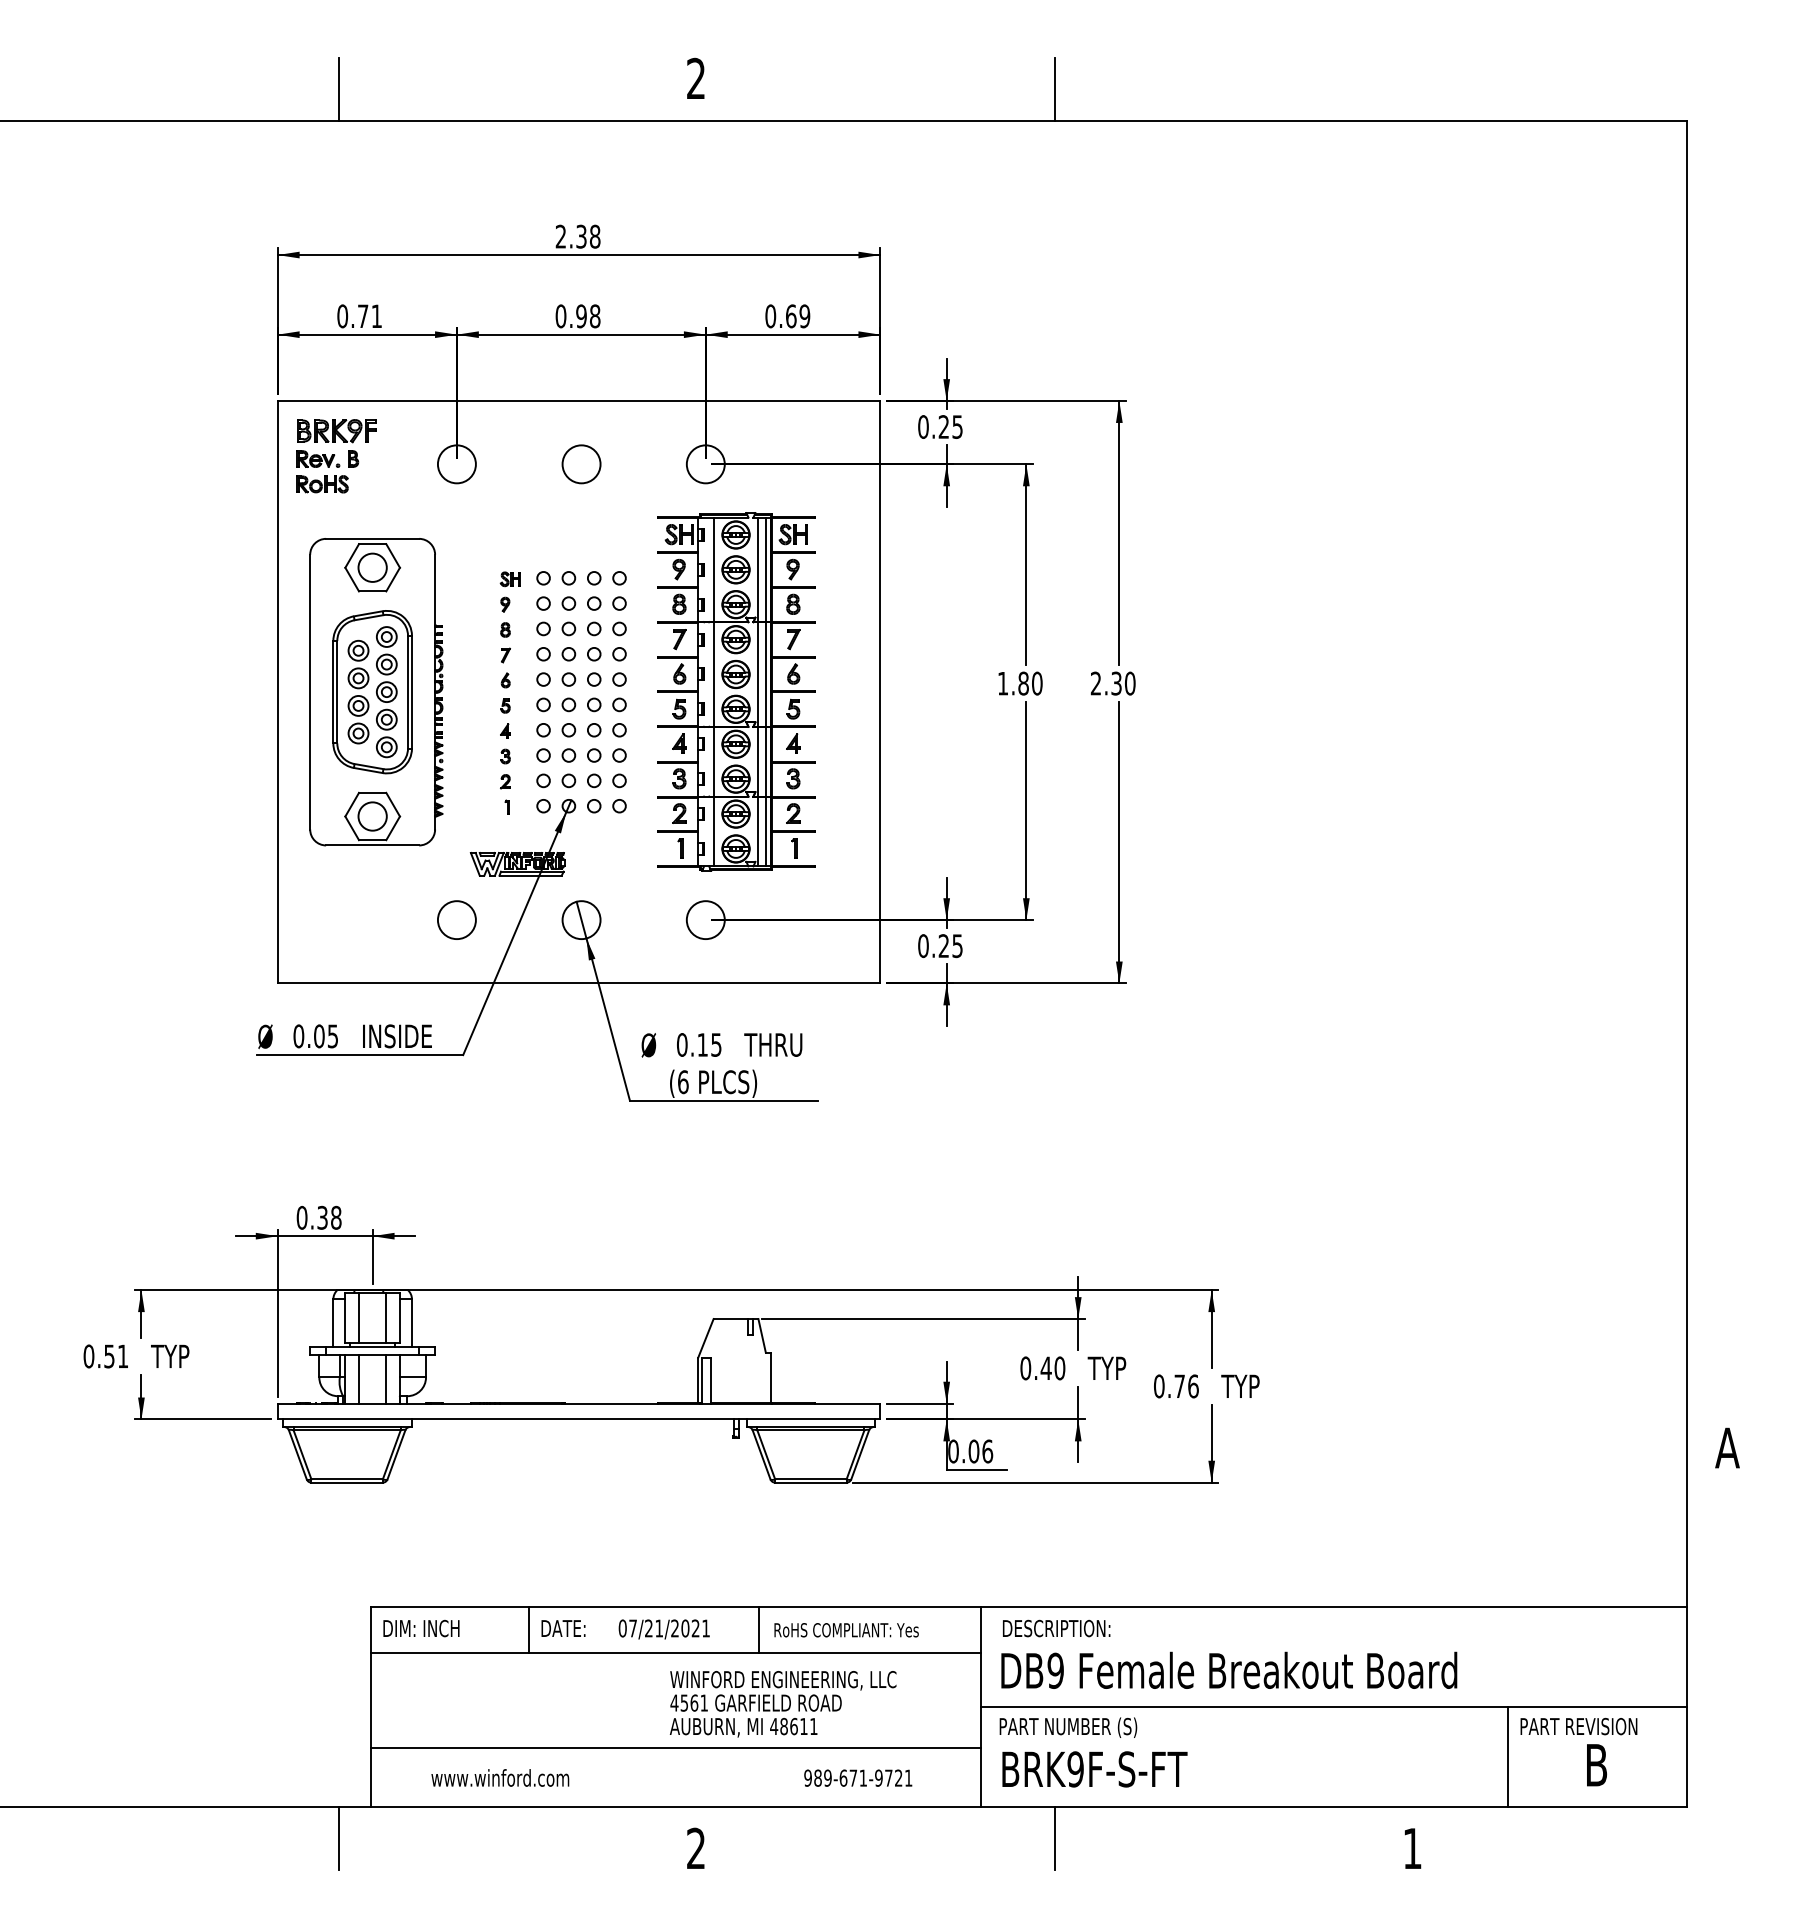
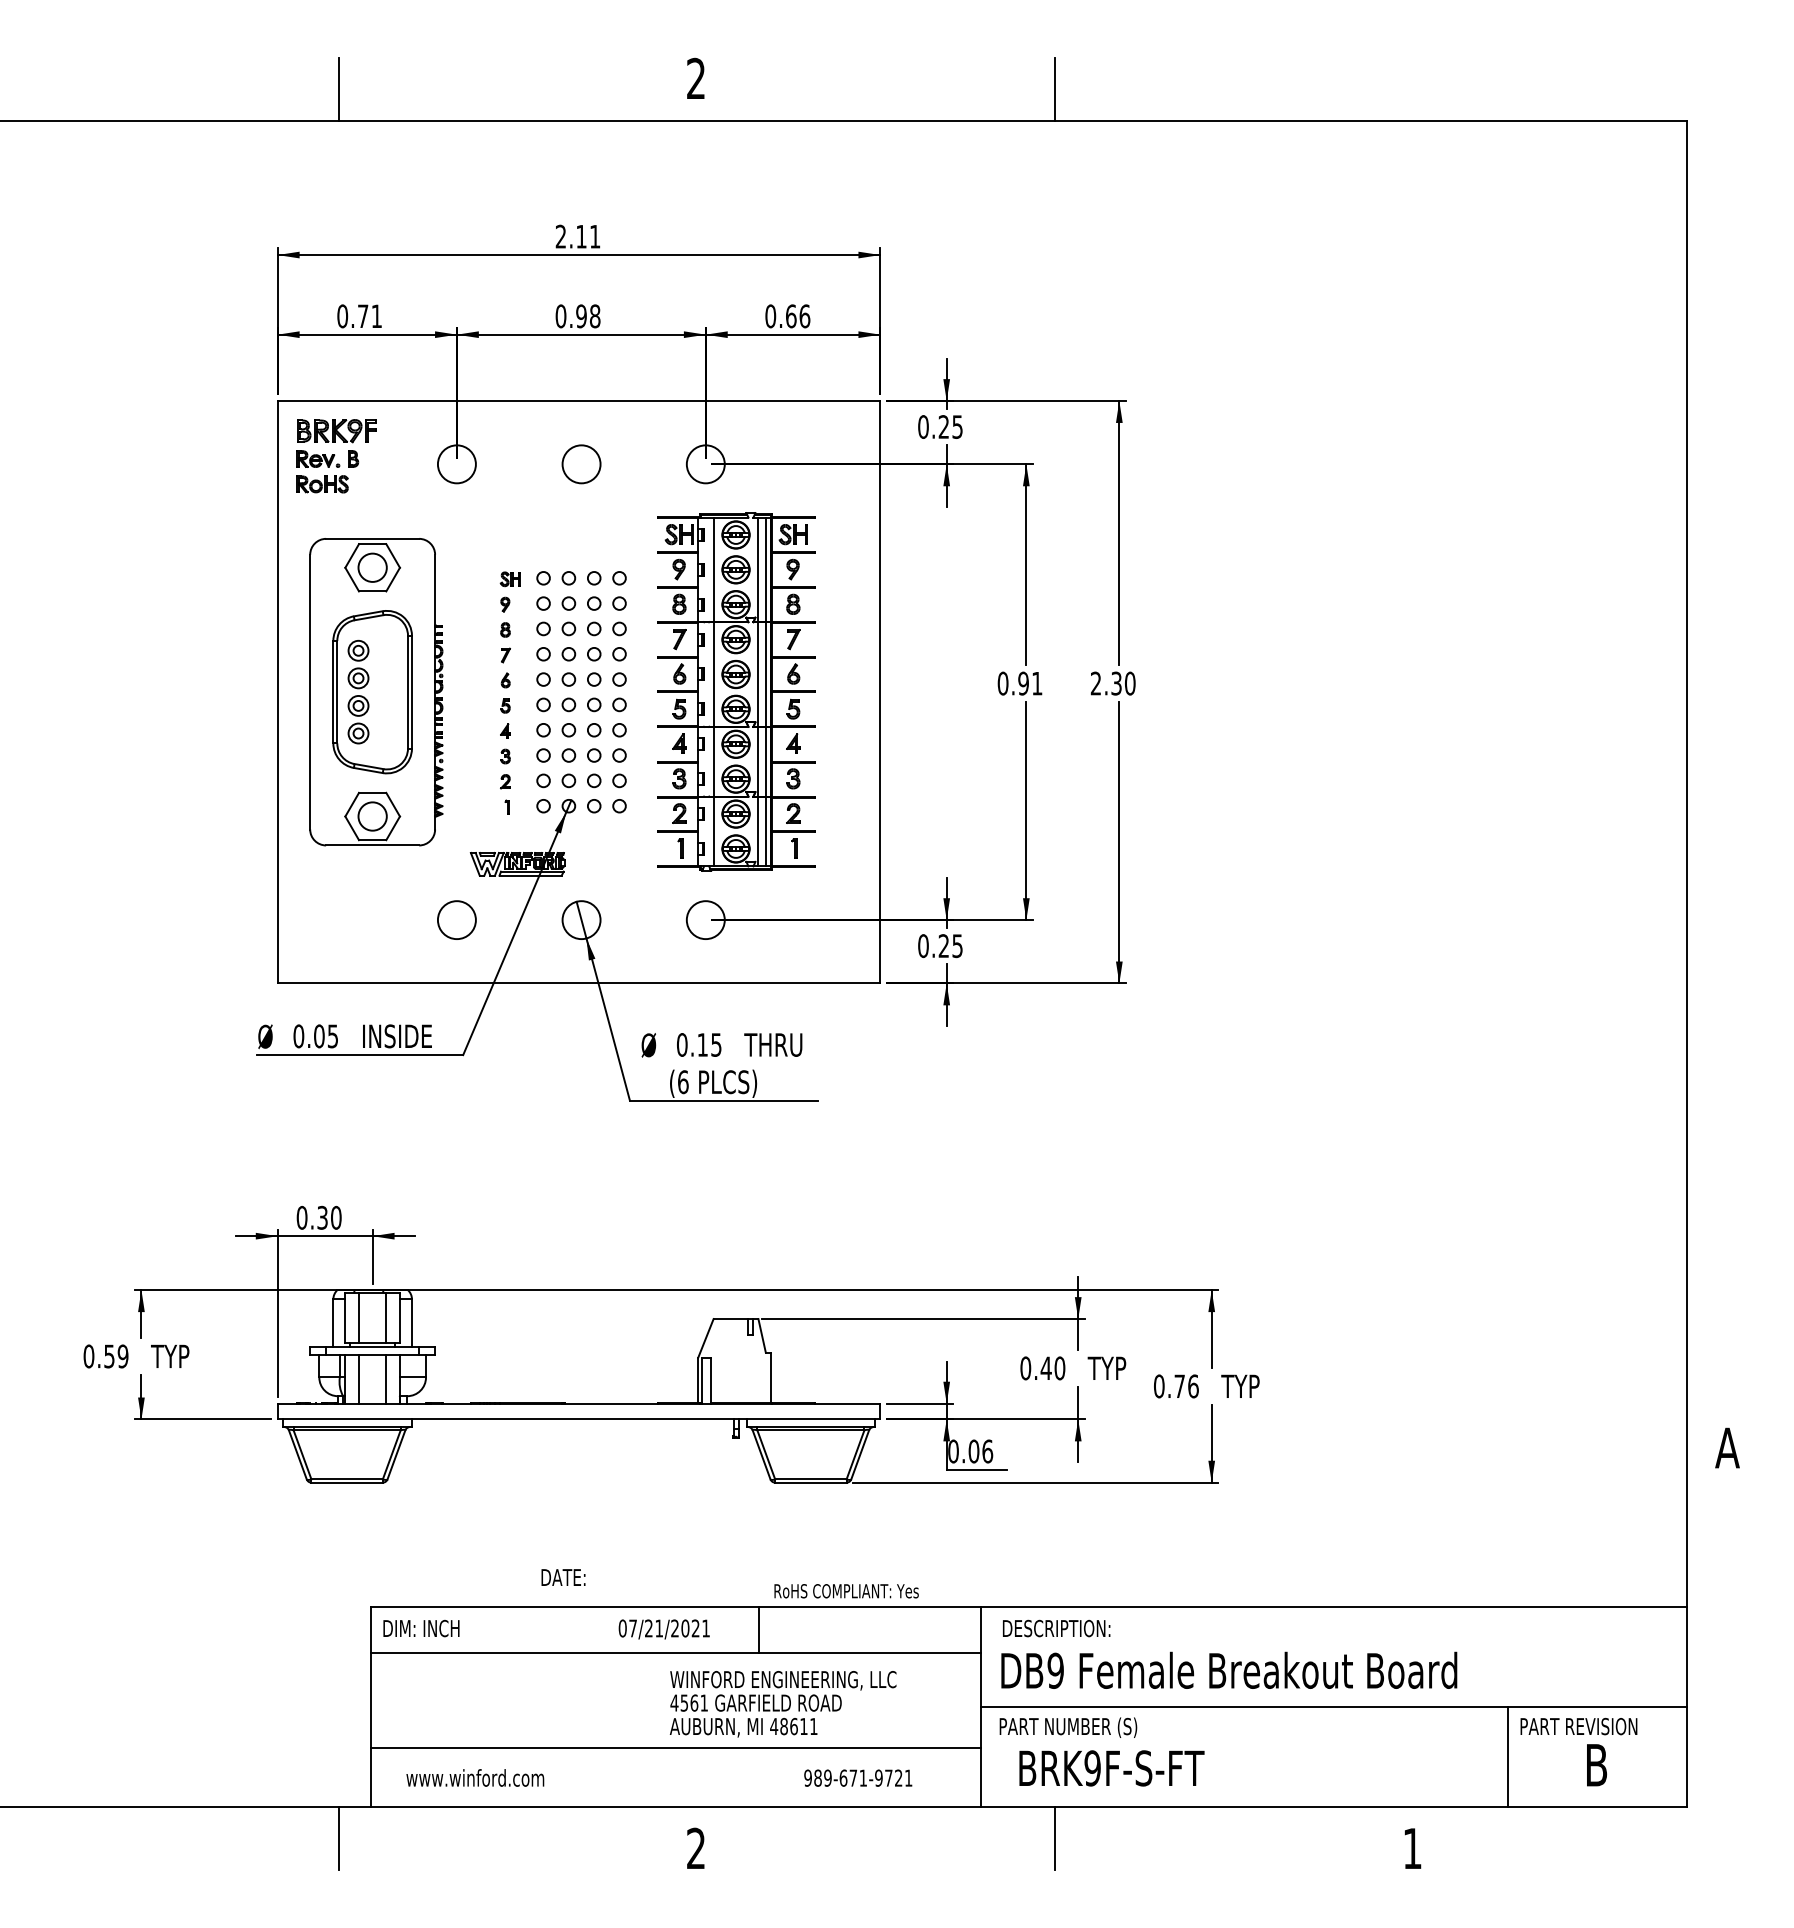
text at (588, 236): 2.38 -> 2.11
text at (804, 316): 0.69 -> 0.66
text at (1019, 683): 1.80 -> 0.91
part at (386, 692): present -> none
text at (336, 1217): 0.38 -> 0.30
text at (122, 1356): 0.51 -> 0.59
text at (563, 1628) position: (563, 1628) -> (563, 1577)
line at (528, 1630): present -> none
text at (846, 1630) position: (846, 1630) -> (846, 1591)
text at (1094, 1769) position: (1094, 1769) -> (1111, 1768)
text at (500, 1777) position: (500, 1777) -> (475, 1777)
